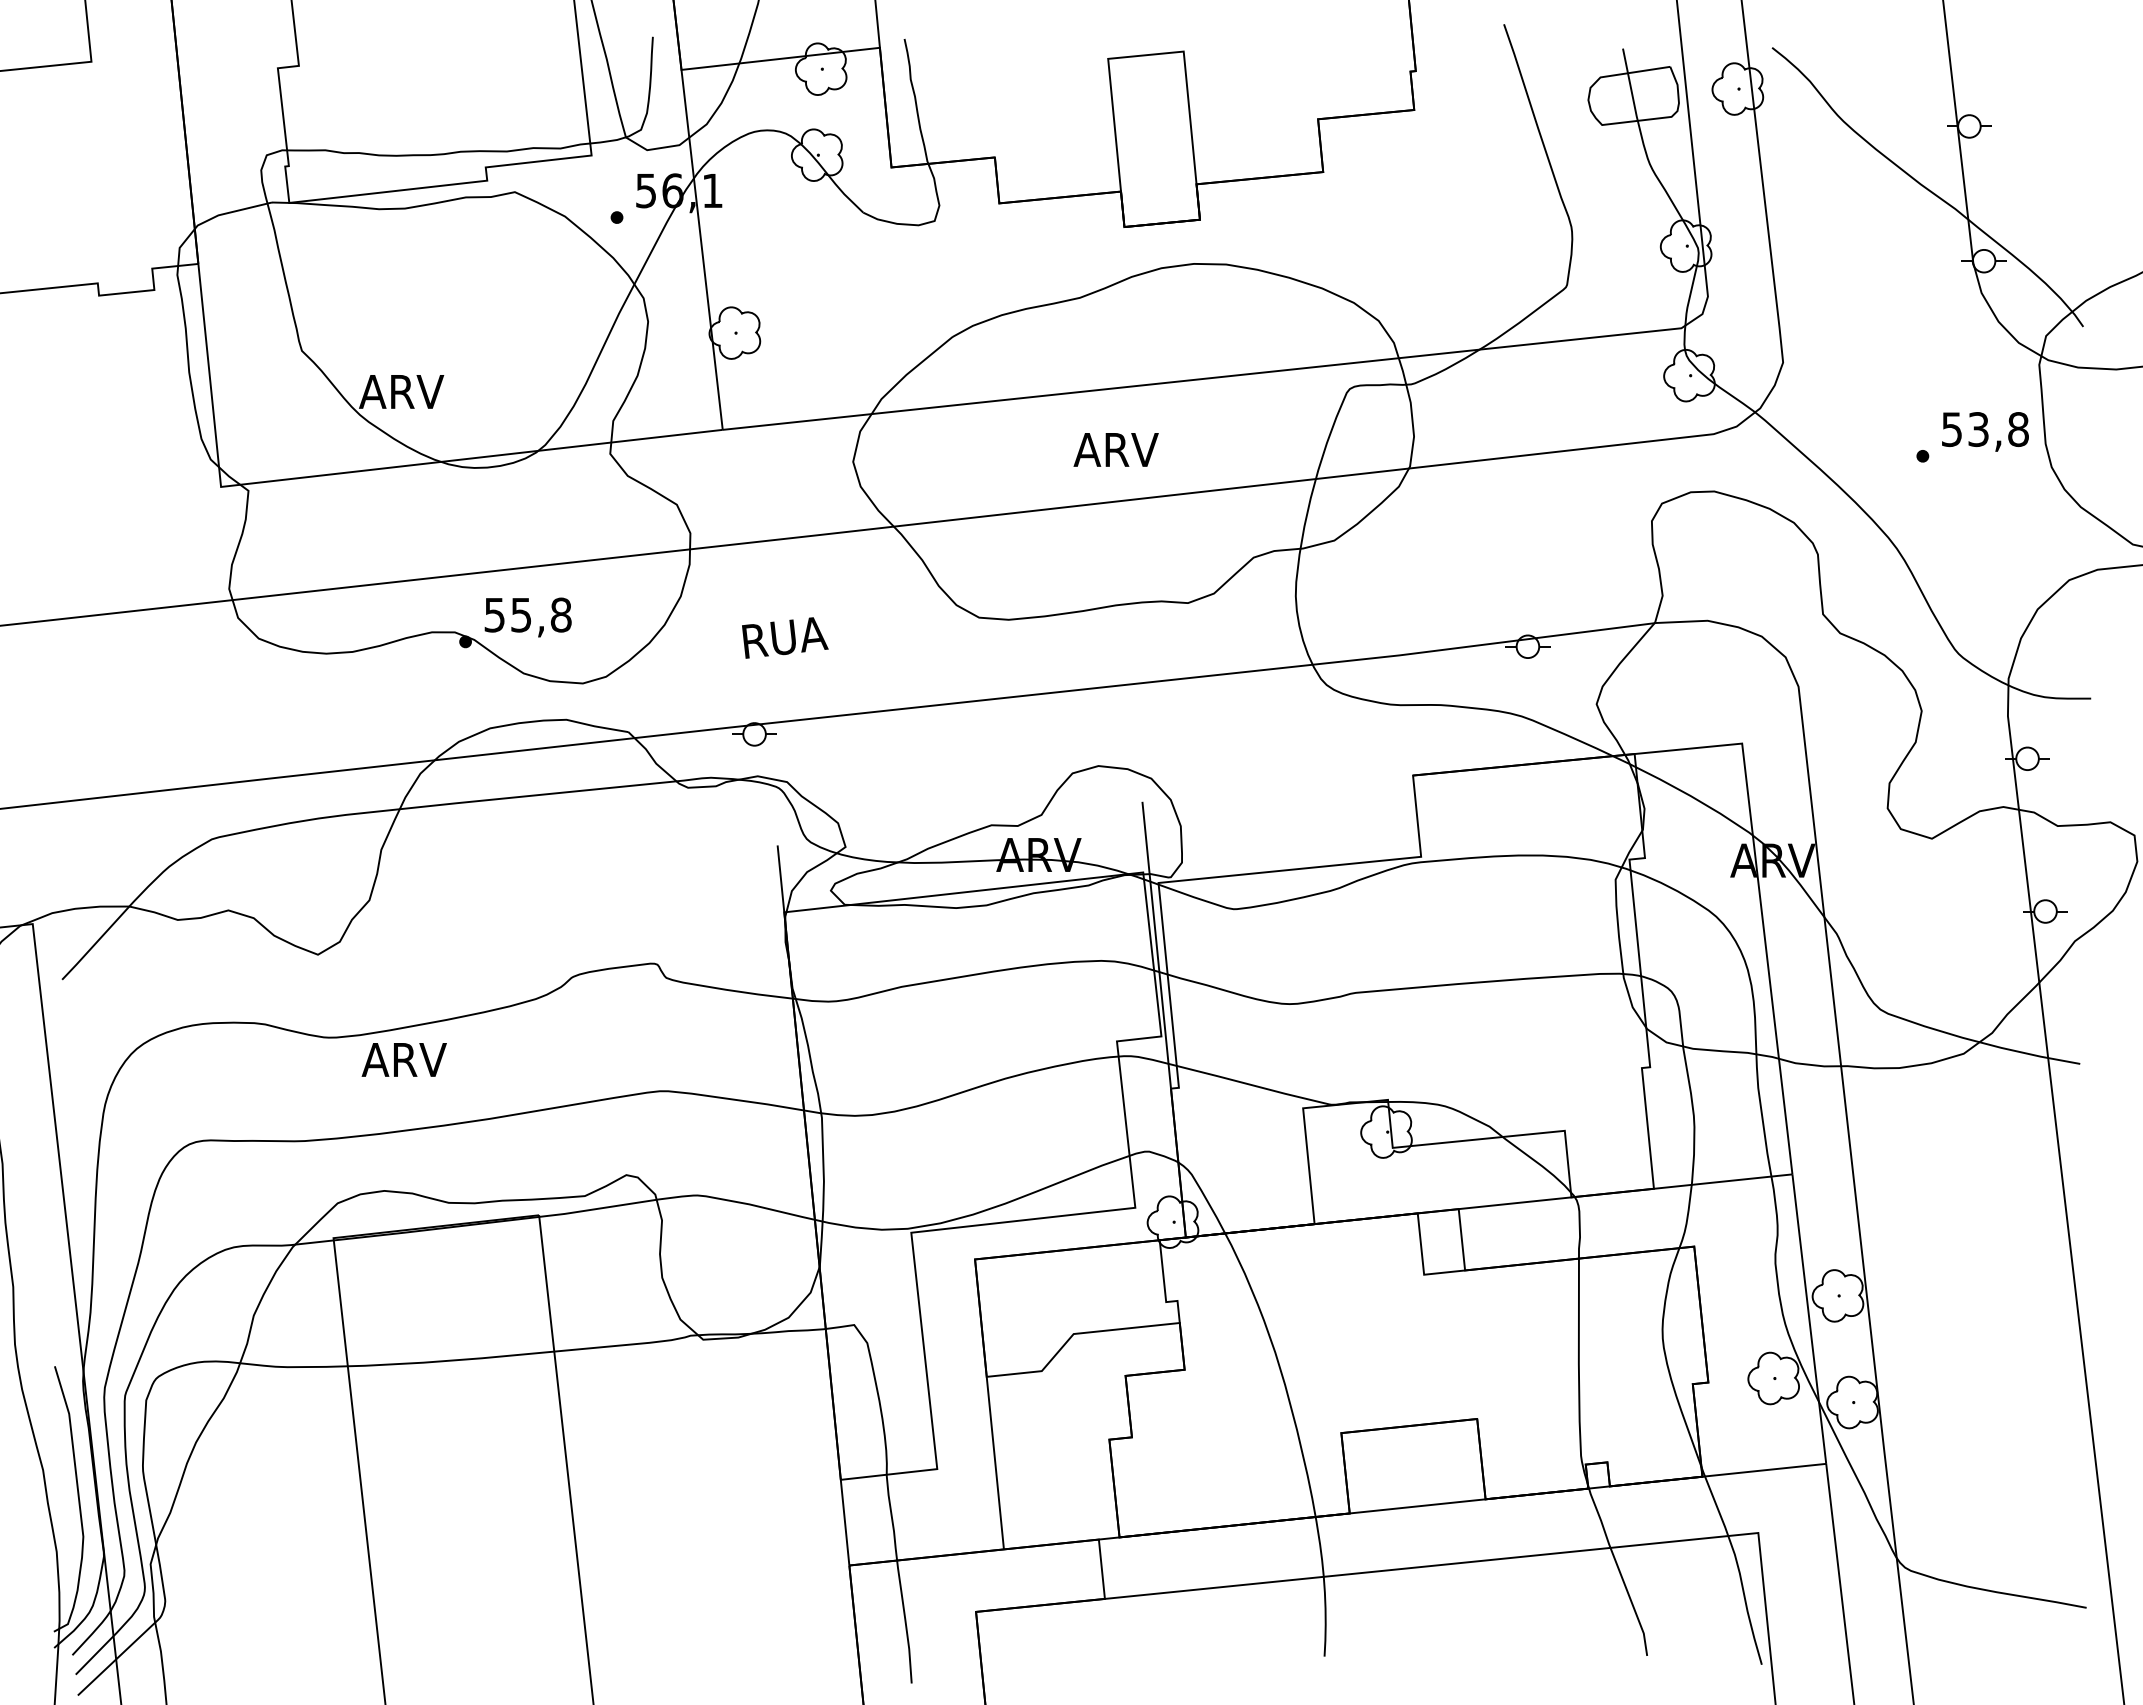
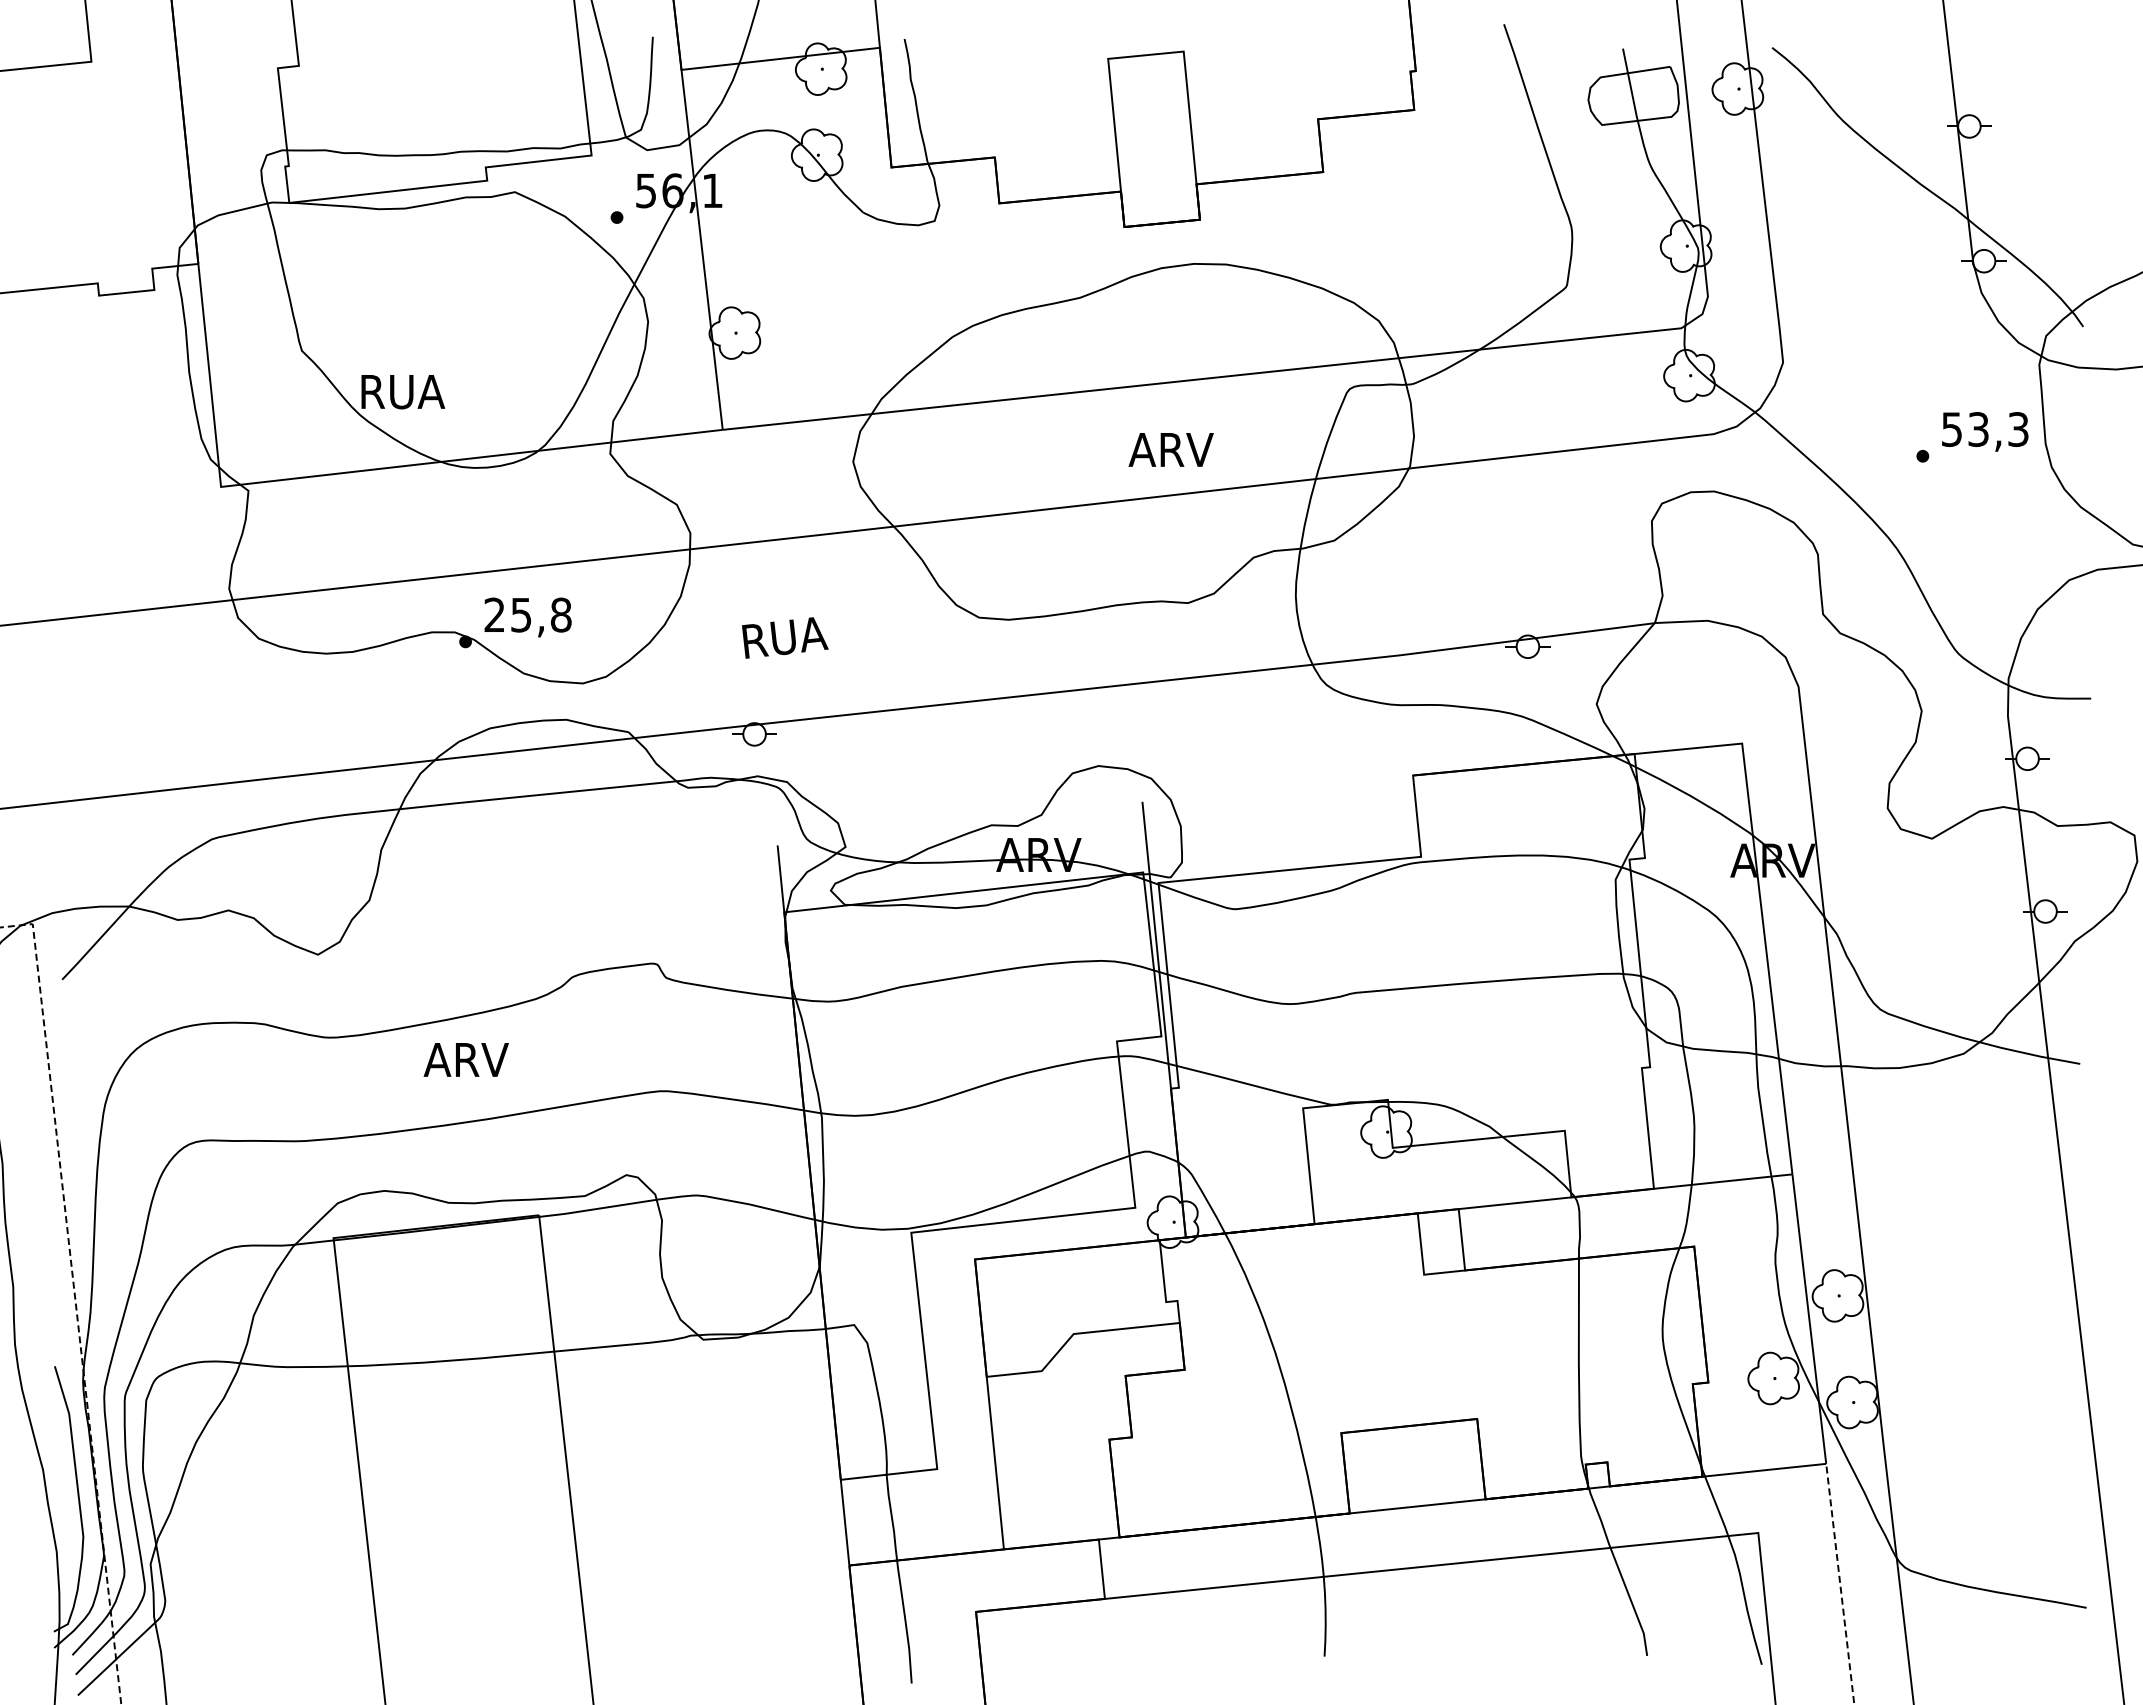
text at (402, 392): ARV -> RUA
text at (2018, 429): 53,8 -> 53,3
text at (1115, 449) position: (1115, 449) -> (1170, 449)
text at (494, 614): 55,8 -> 25,8
text at (403, 1059) position: (403, 1059) -> (465, 1059)
line at (75, 1297): solid -> dashed
line at (1840, 1583): solid -> dashed
